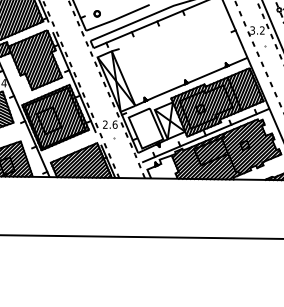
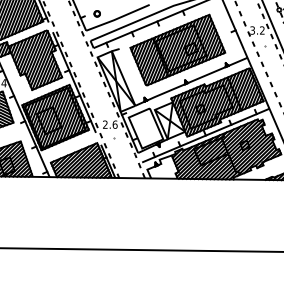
part at (177, 49): none -> present
line at (141, 236) position: (141, 236) -> (141, 249)
